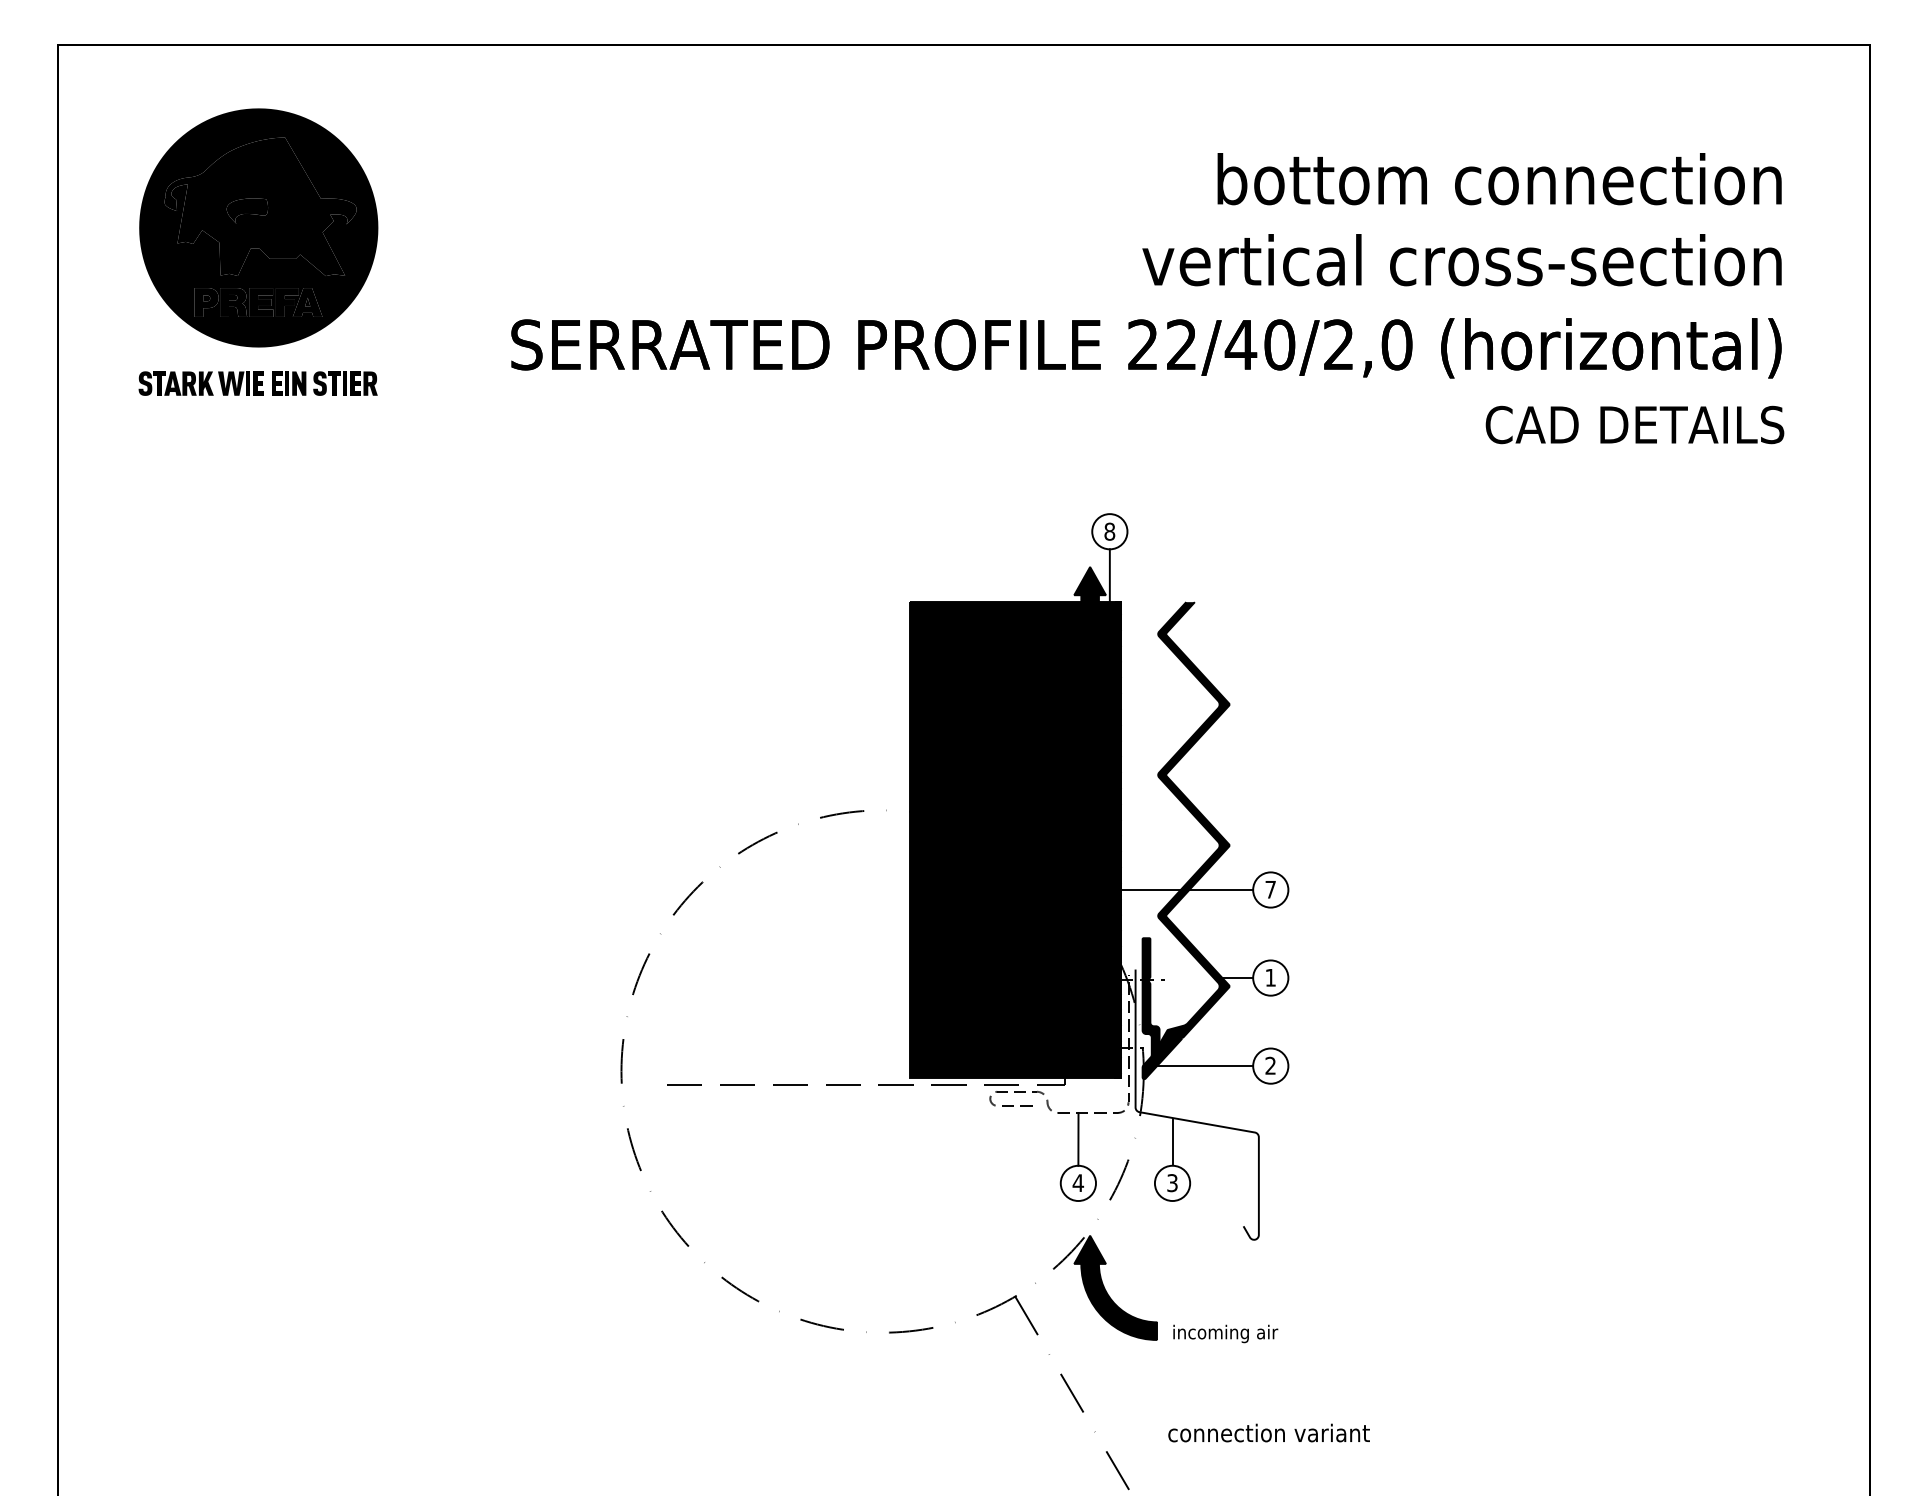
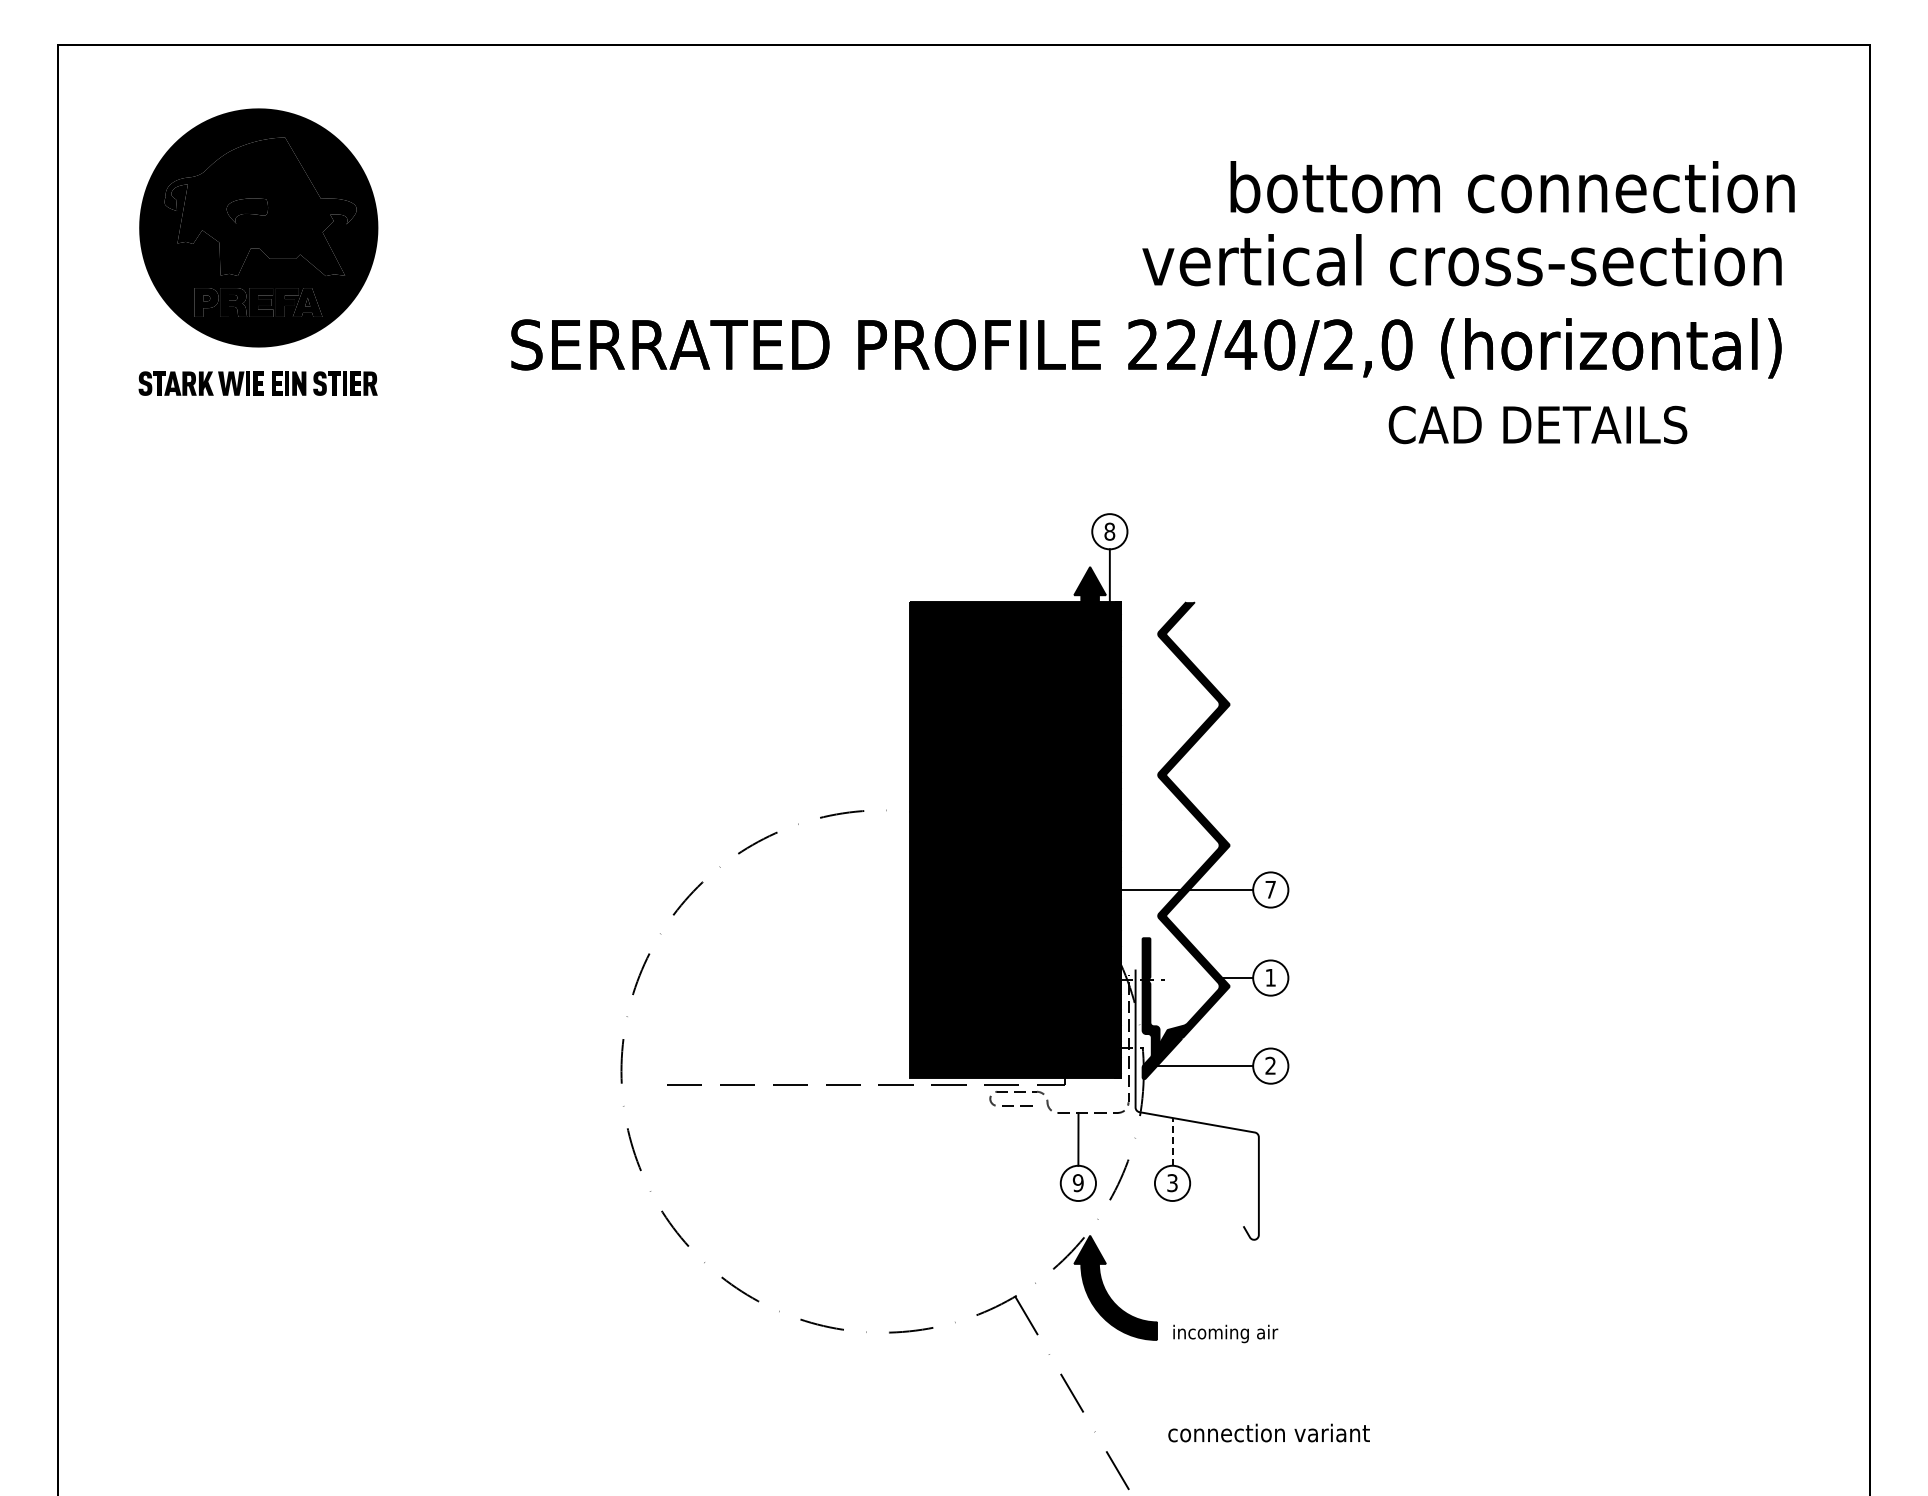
text at (1499, 179) position: (1499, 179) -> (1512, 187)
text at (1634, 424) position: (1634, 424) -> (1537, 424)
line at (1172, 1142): solid -> dashed
text at (1078, 1183): 4 -> 9
